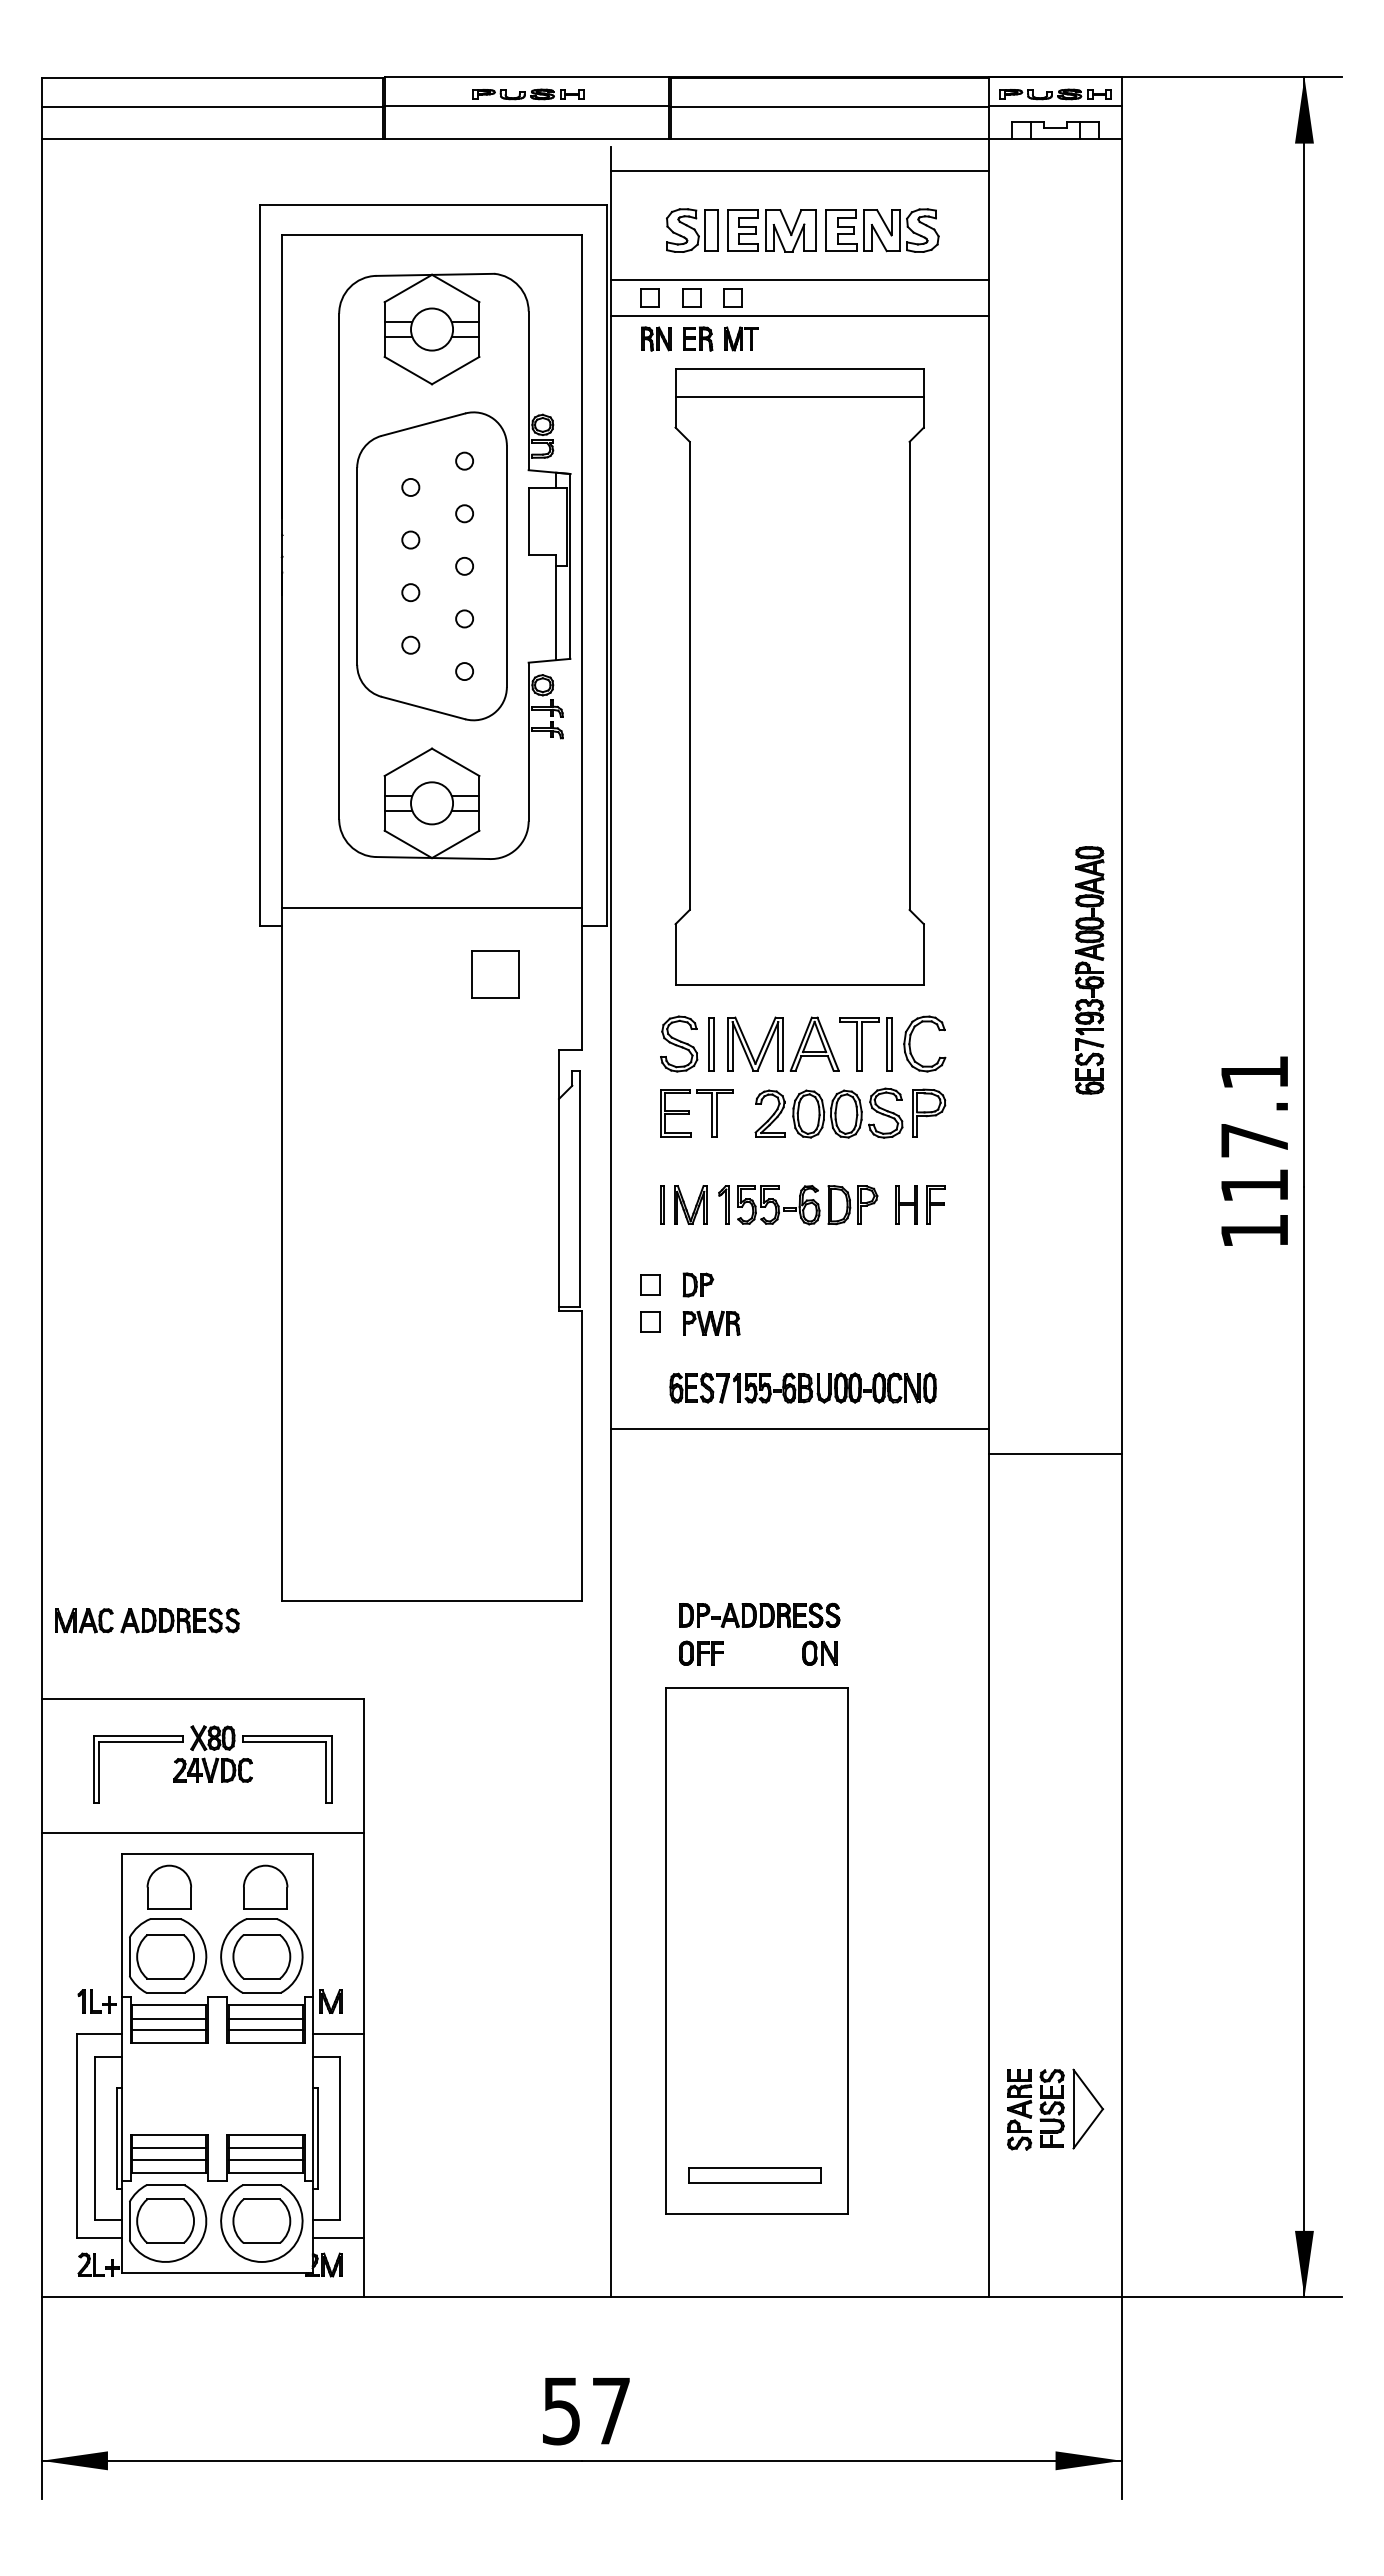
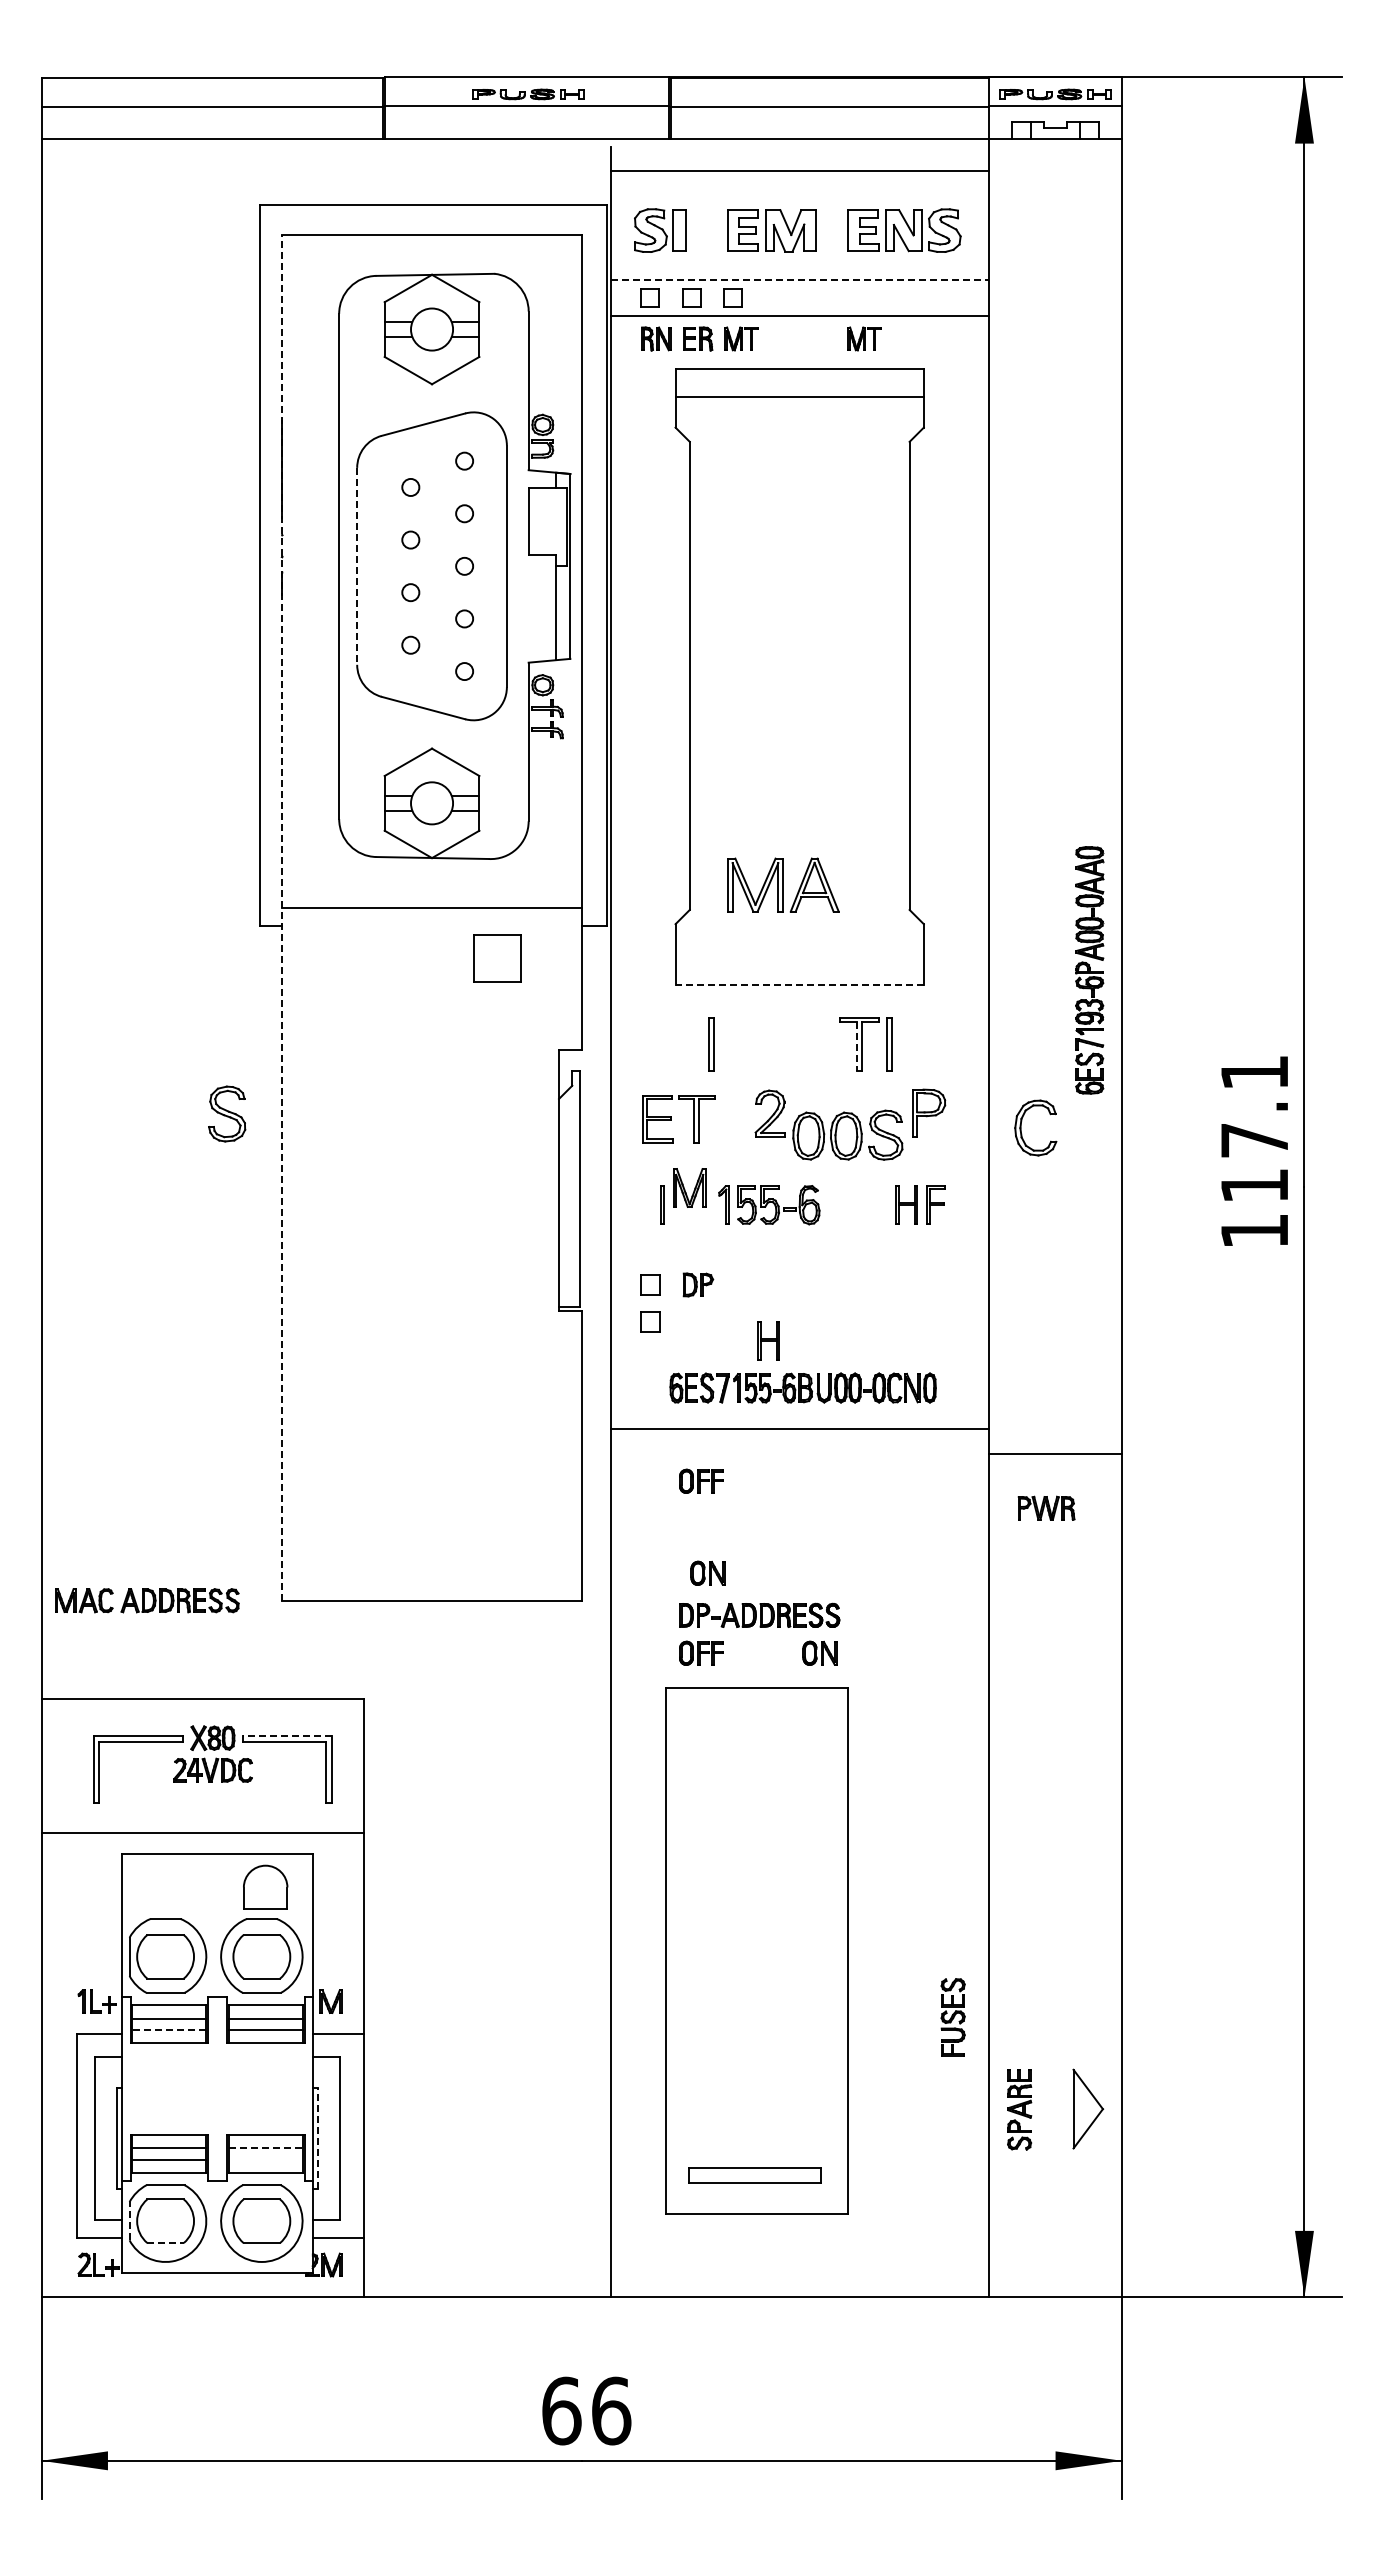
part at (692, 230) position: (692, 230) -> (660, 230)
part at (882, 230) position: (882, 230) -> (904, 230)
line at (800, 280): solid -> dashed
part at (864, 338): none -> present
line at (357, 566): solid -> dashed
line at (282, 917): solid -> dashed
part at (495, 974) position: (495, 974) -> (497, 958)
line at (799, 984): solid -> dashed
part at (679, 1043) position: (679, 1043) -> (227, 1113)
part at (783, 1043) position: (783, 1043) -> (783, 884)
part at (910, 1043) position: (910, 1043) -> (1021, 1127)
line at (857, 1046): solid -> dashed
part at (847, 1112) position: (847, 1112) -> (847, 1134)
part at (689, 1113) position: (689, 1113) -> (671, 1119)
part at (690, 1204) position: (690, 1204) -> (689, 1187)
part at (852, 1205): present -> none
part at (711, 1322) position: (711, 1322) -> (1046, 1507)
part at (768, 1340): none -> present
part at (701, 1480): none -> present
part at (707, 1572): none -> present
part at (147, 1620) position: (147, 1620) -> (147, 1600)
line at (287, 1736): solid -> dashed
part at (168, 1886): present -> none
line at (169, 2029): solid -> dashed
part at (1051, 2108) position: (1051, 2108) -> (952, 2017)
line at (317, 2137): solid -> dashed
line at (265, 2148): solid -> dashed
line at (265, 2159): present -> none
line at (129, 2220): solid -> dashed
line at (166, 2243): solid -> dashed
text at (586, 2410): 57 -> 66
